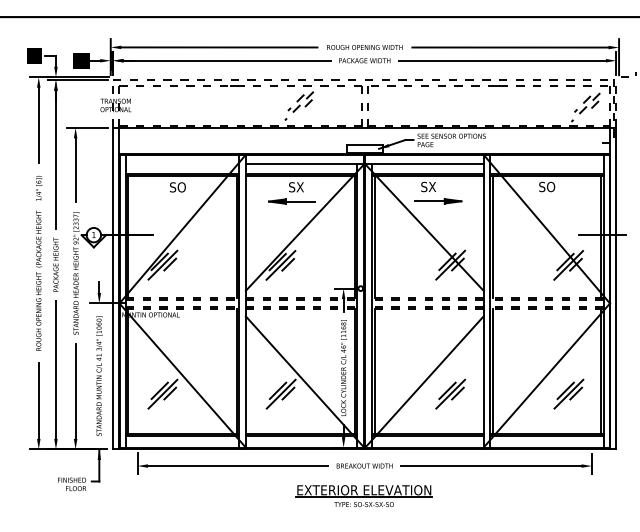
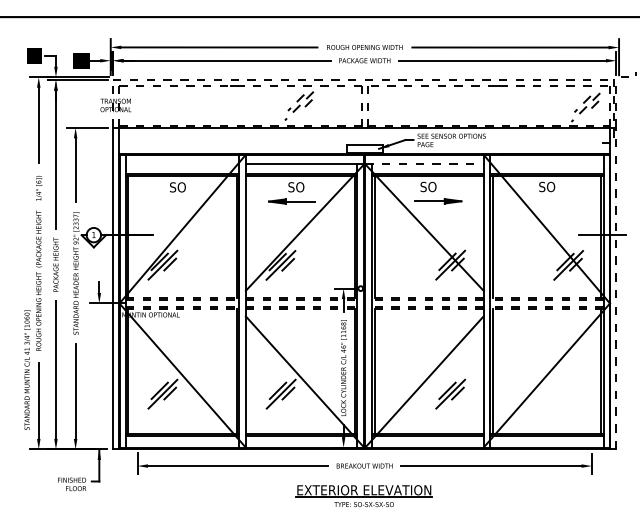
line at (424, 164): solid -> dashed
text at (428, 186): SX -> SO
text at (296, 187): SX -> SO
line at (616, 288): solid -> dashed
text at (99, 375) position: (99, 375) -> (27, 369)
part at (568, 393): present -> none
